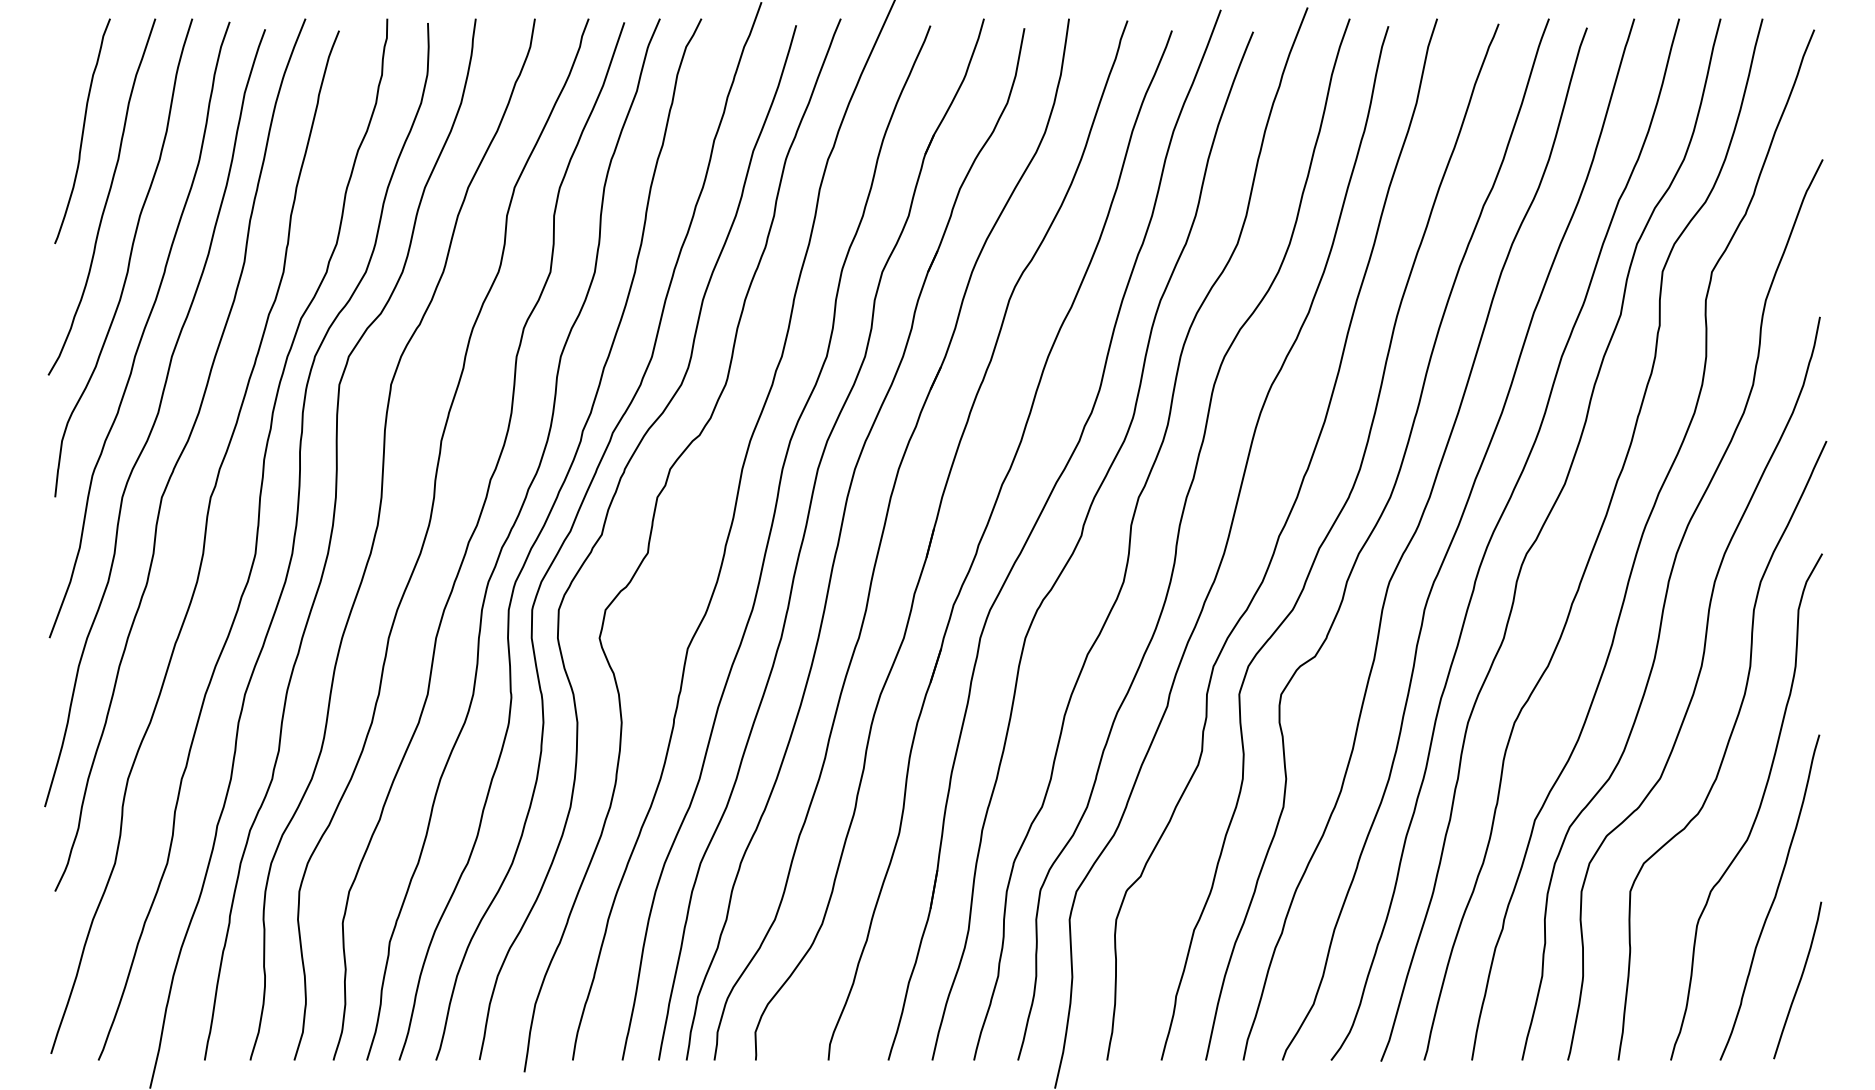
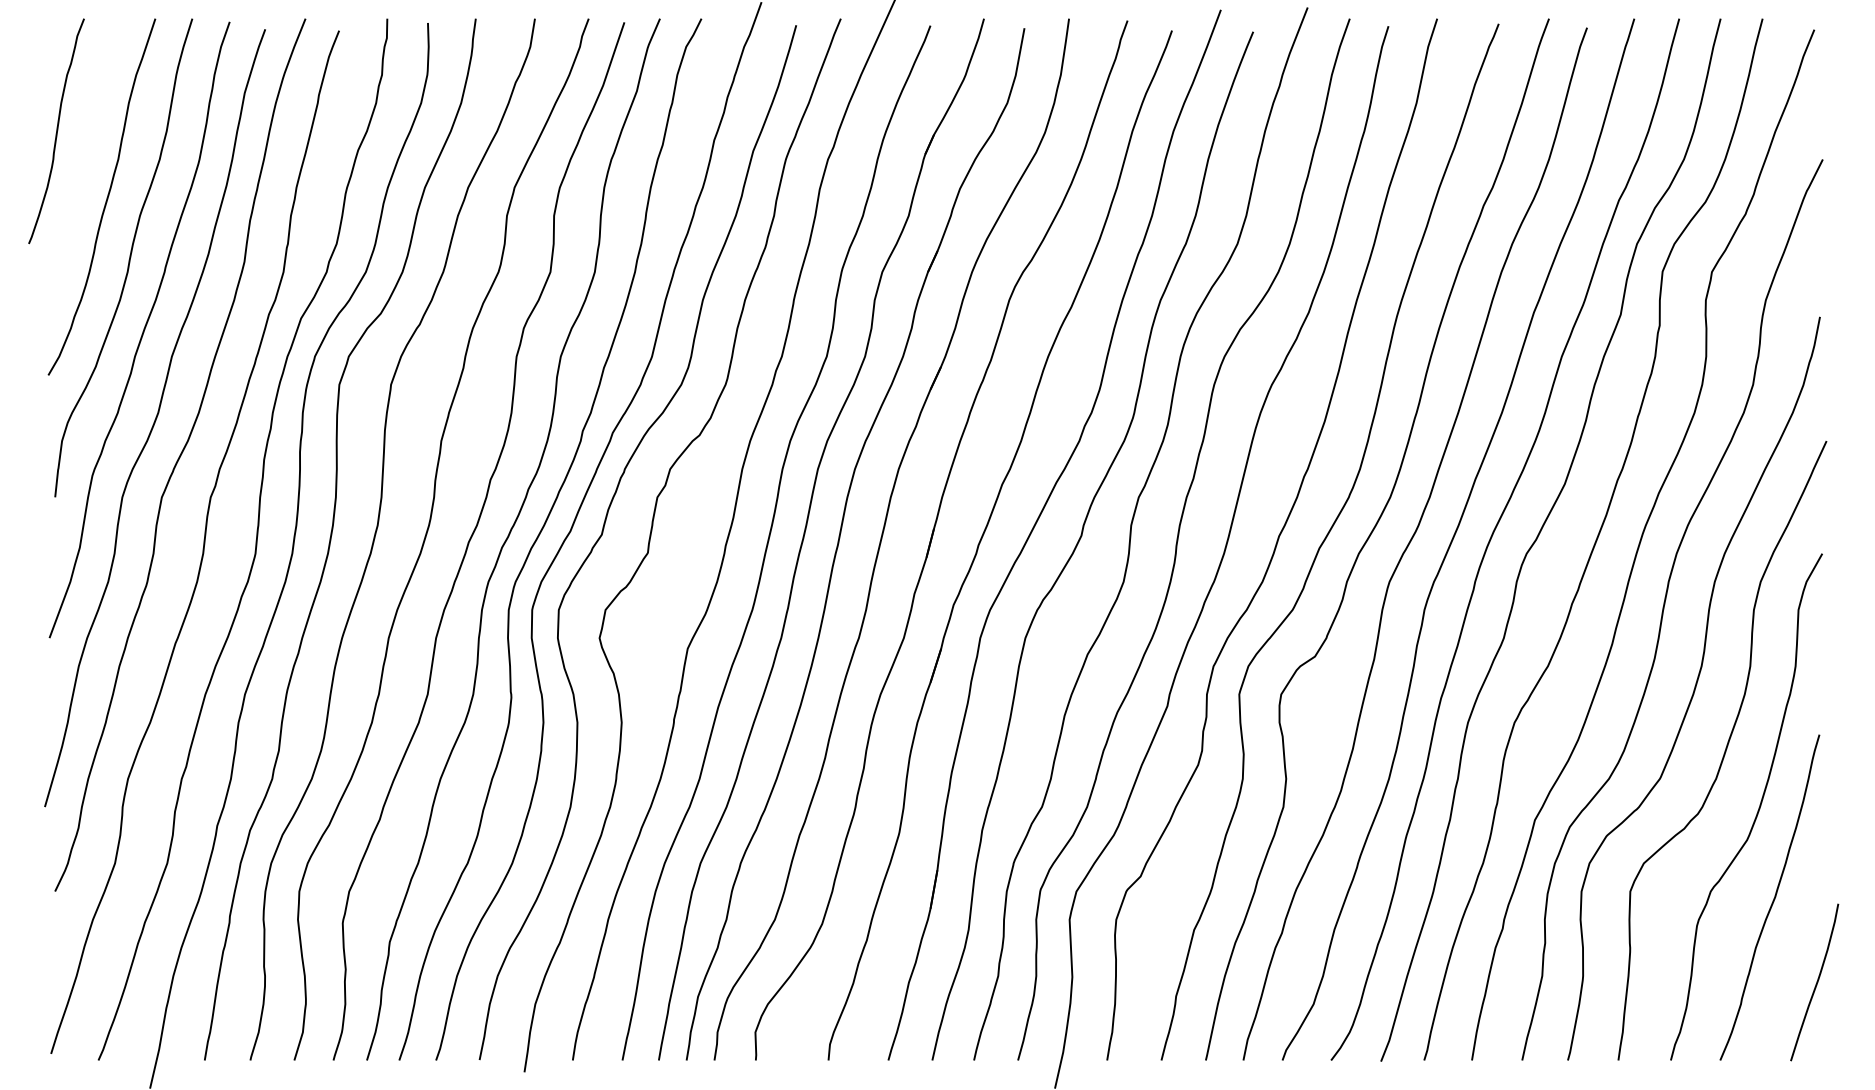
curve at (82, 131) position: (82, 131) -> (56, 131)
curve at (1799, 980) position: (1799, 980) -> (1816, 982)
